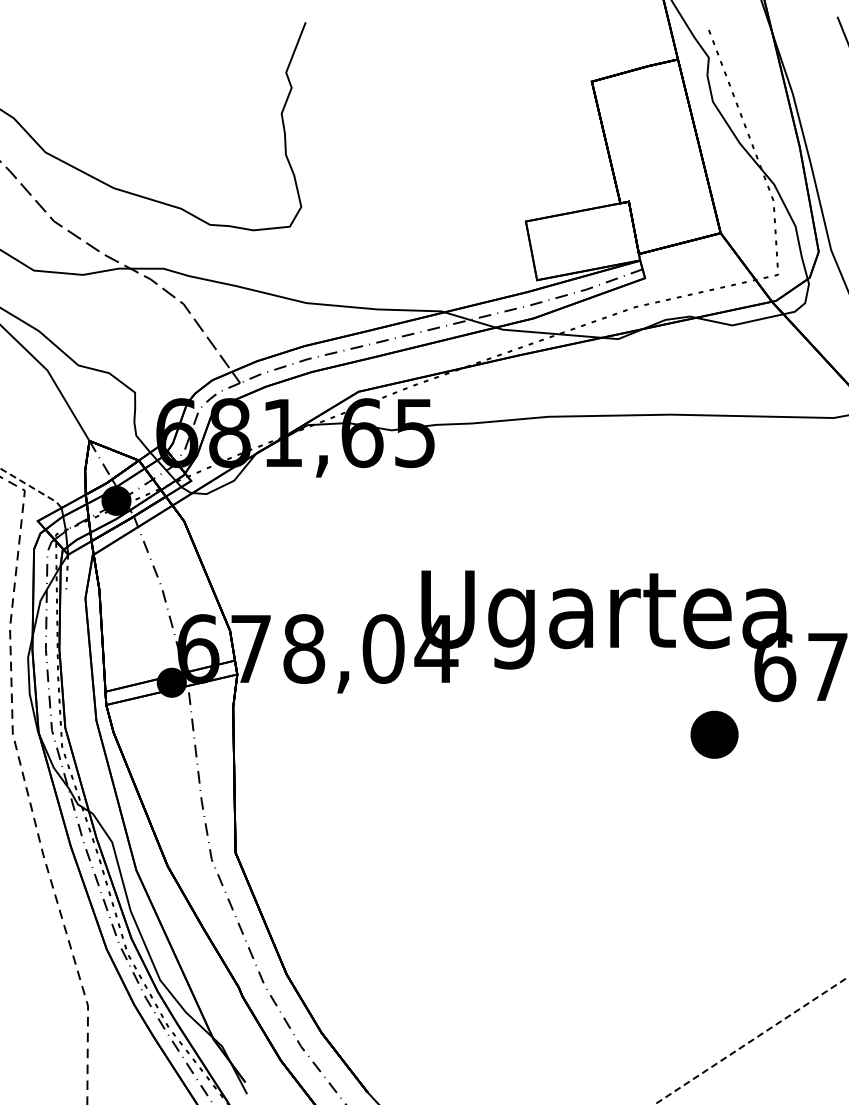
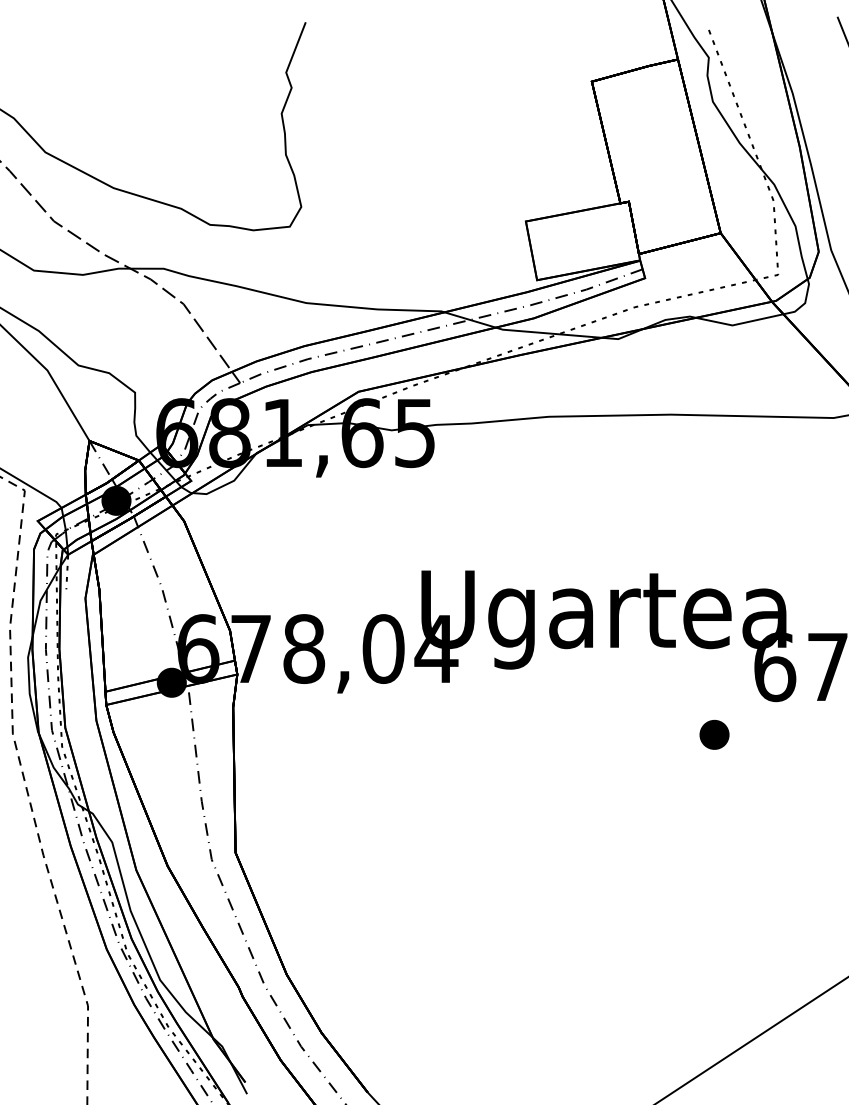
line at (31, 487): dashed -> solid
part at (714, 734) size: 49x49 px -> 31x30 px
line at (751, 1040): dashed -> solid
